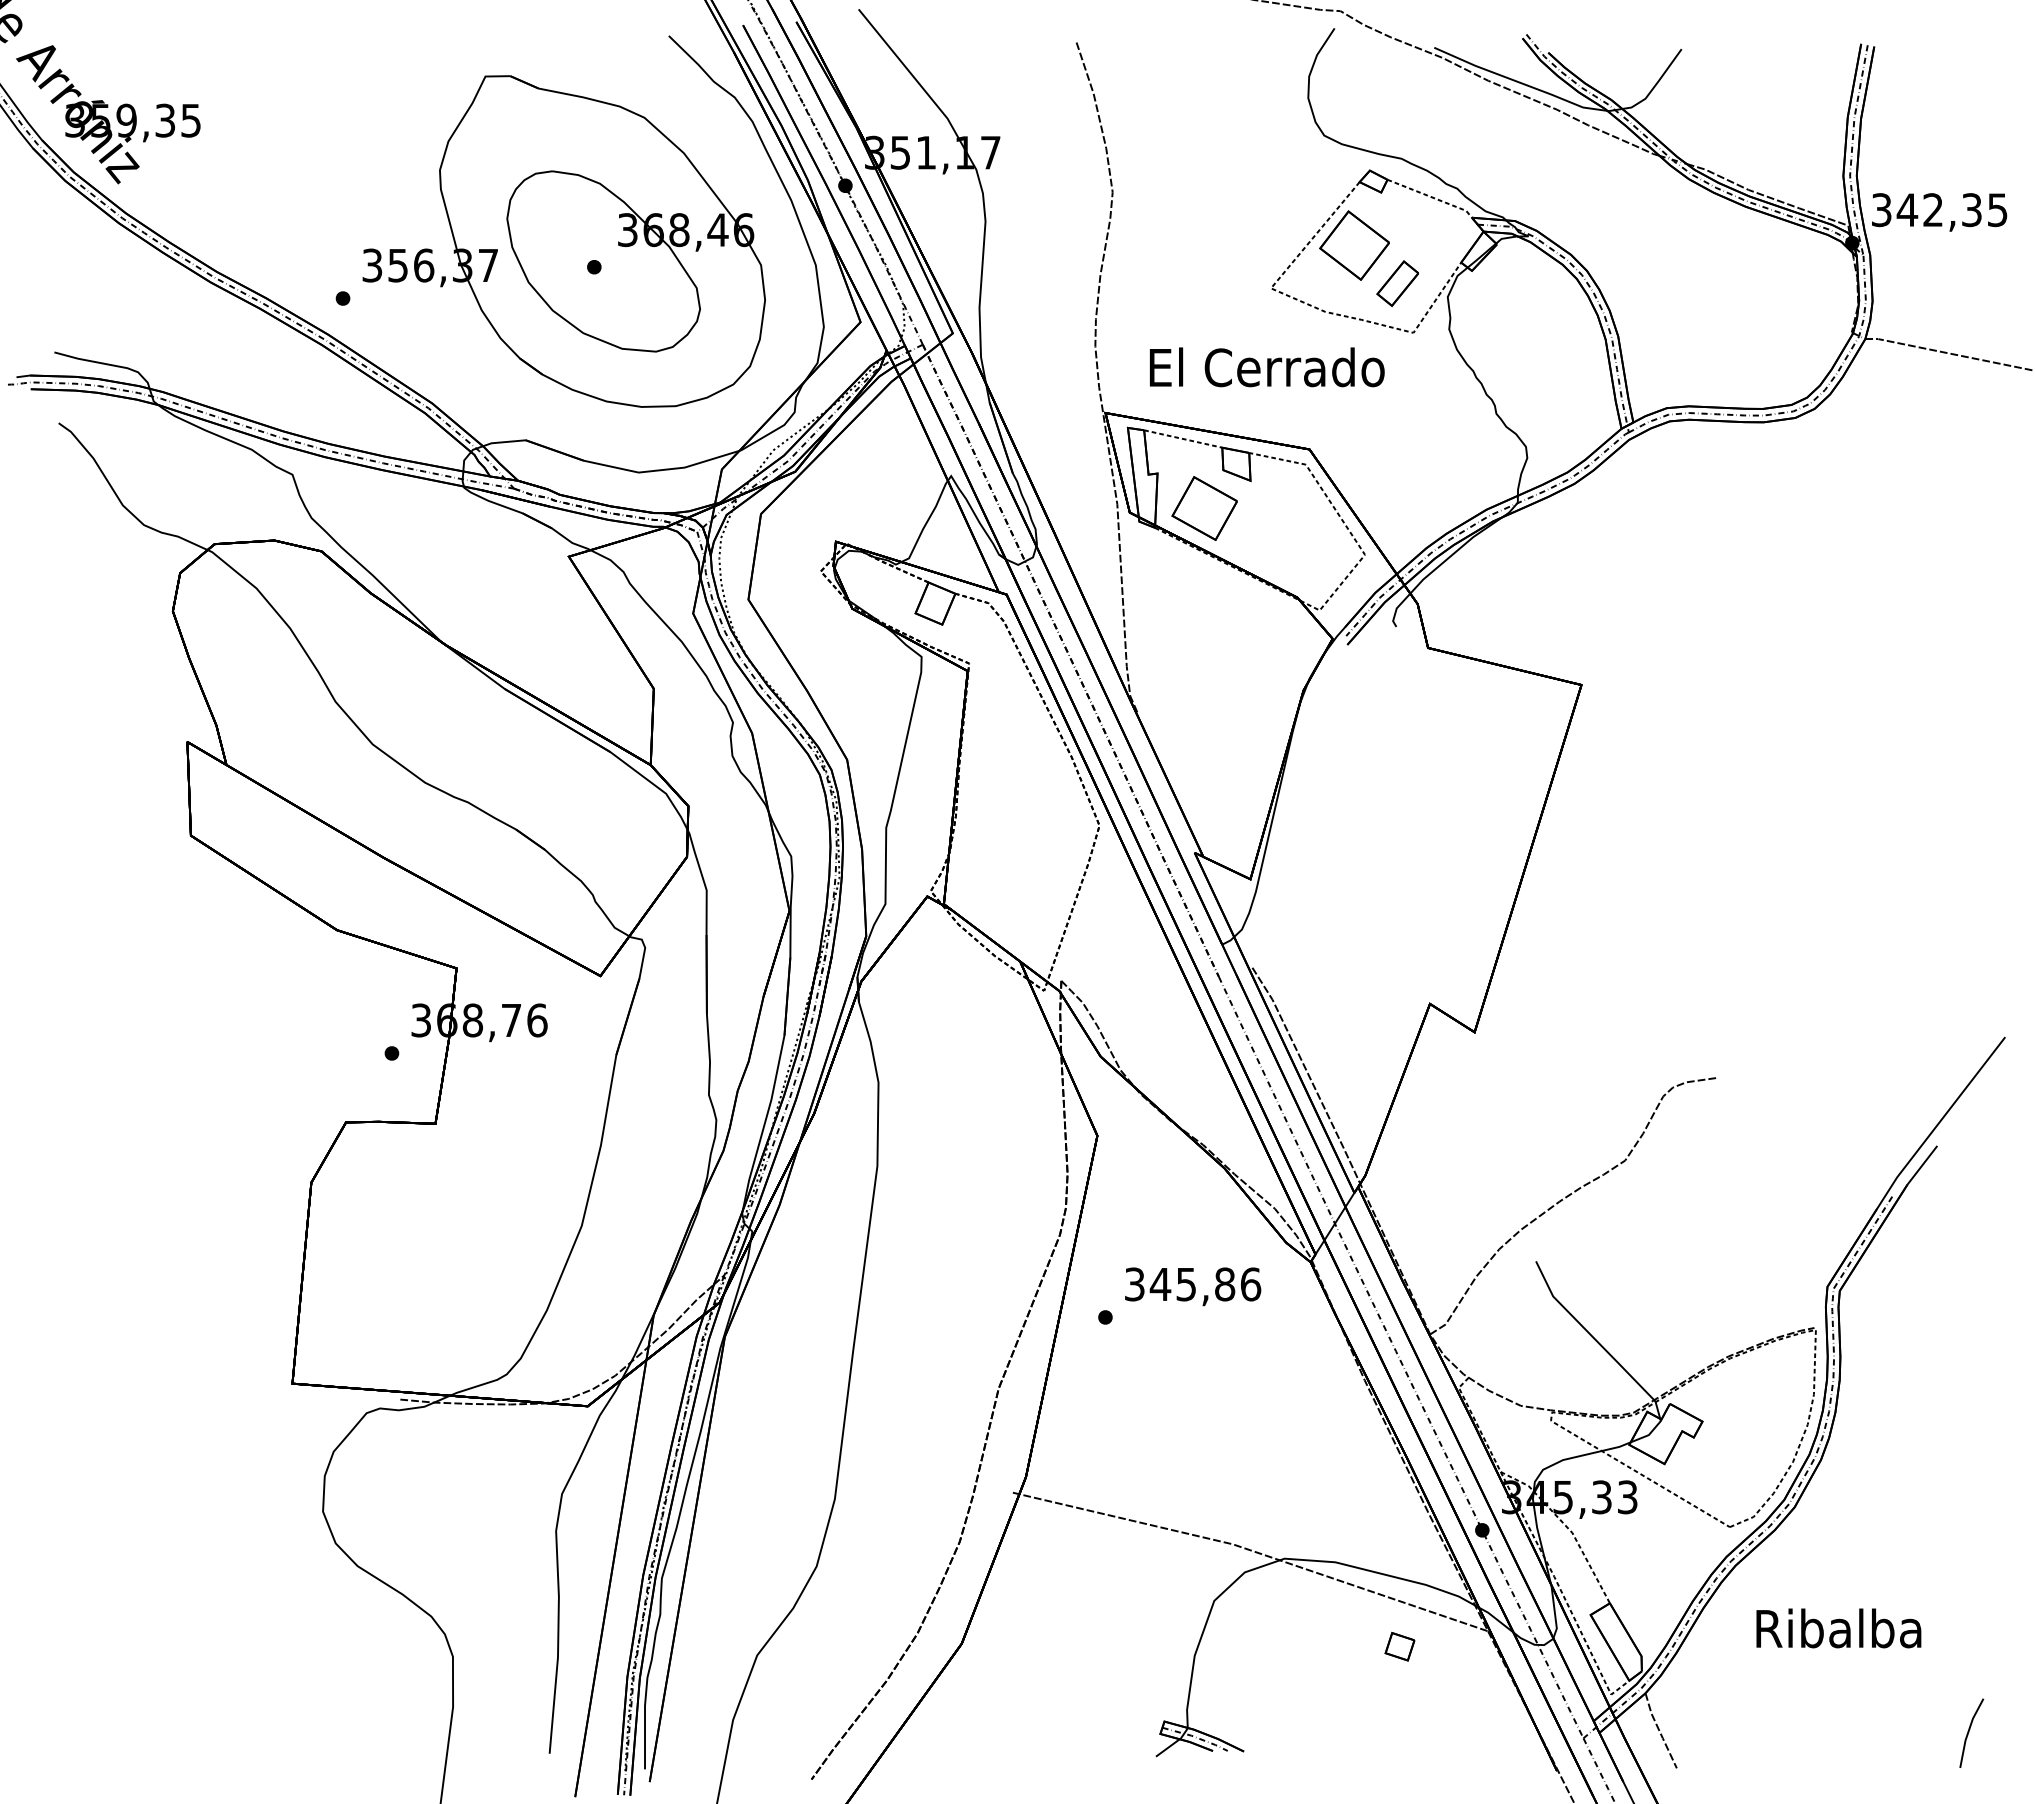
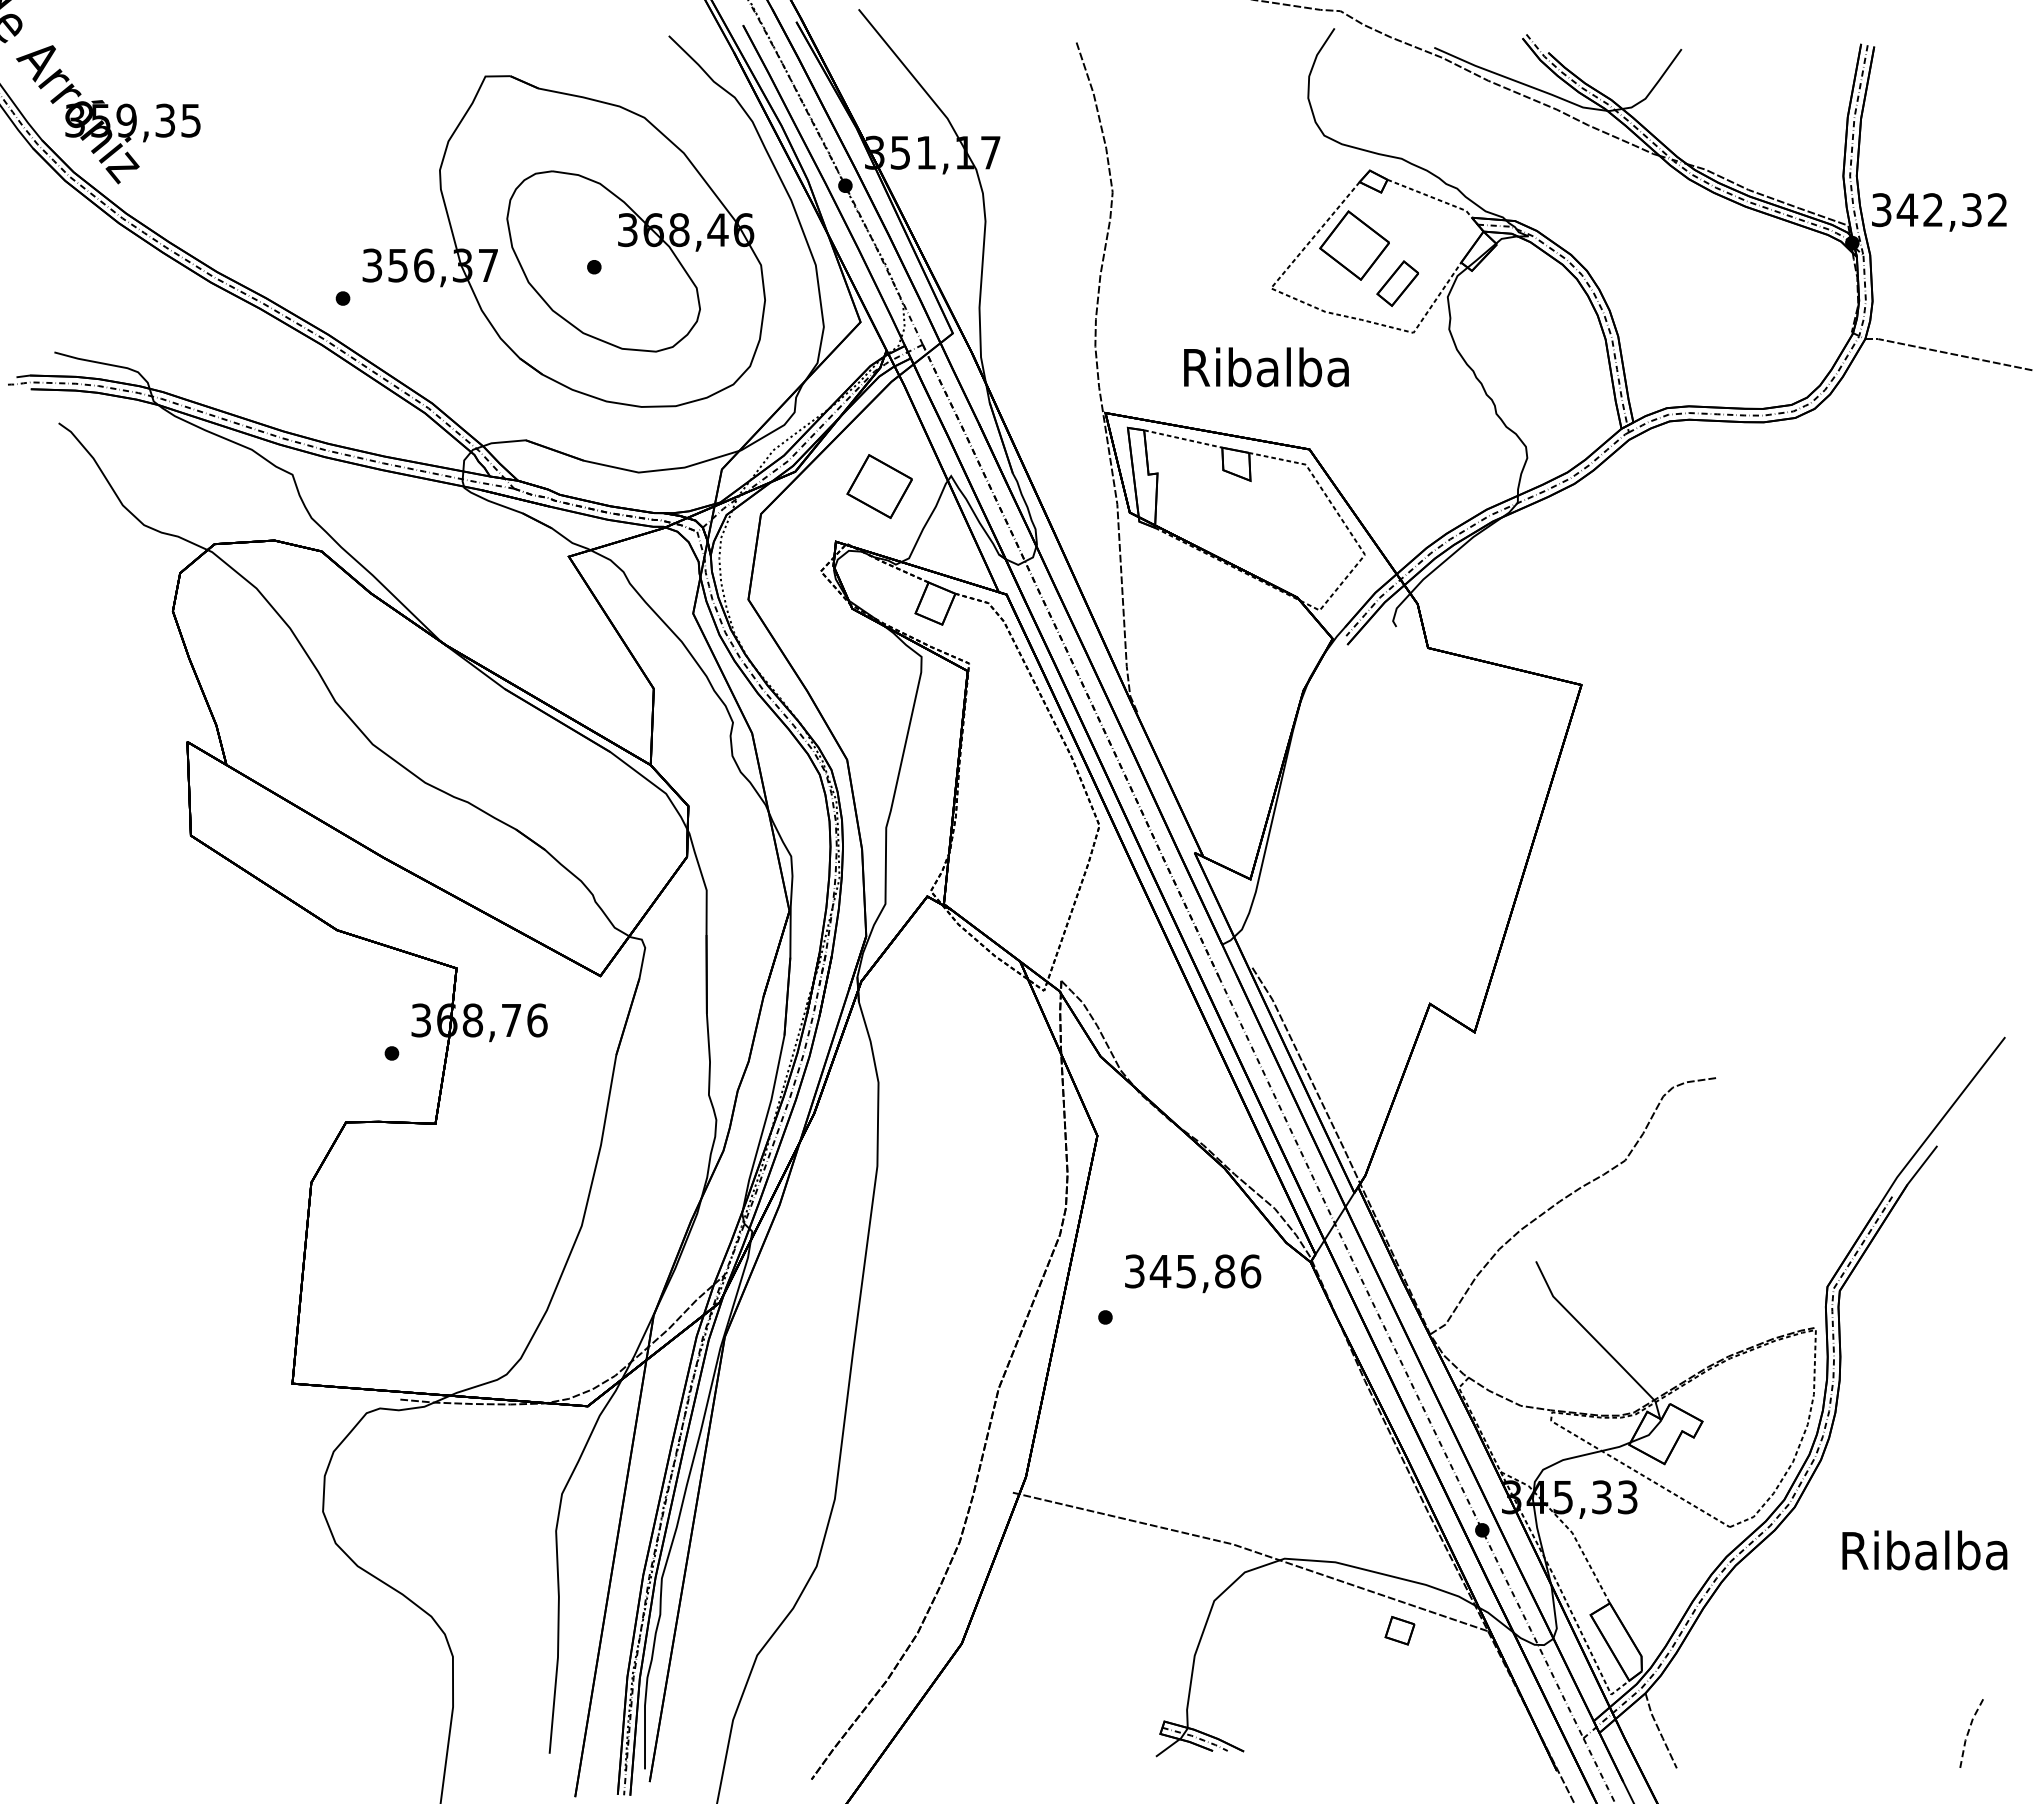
text at (1997, 210): 342,35 -> 342,32
text at (1266, 367): El Cerrado -> Ribalba
part at (1204, 508) position: (1204, 508) -> (879, 486)
text at (1193, 1286) position: (1193, 1286) -> (1193, 1273)
text at (1838, 1628) position: (1838, 1628) -> (1924, 1550)
part at (1399, 1646) position: (1399, 1646) -> (1399, 1630)
line at (1968, 1732): solid -> dashed
